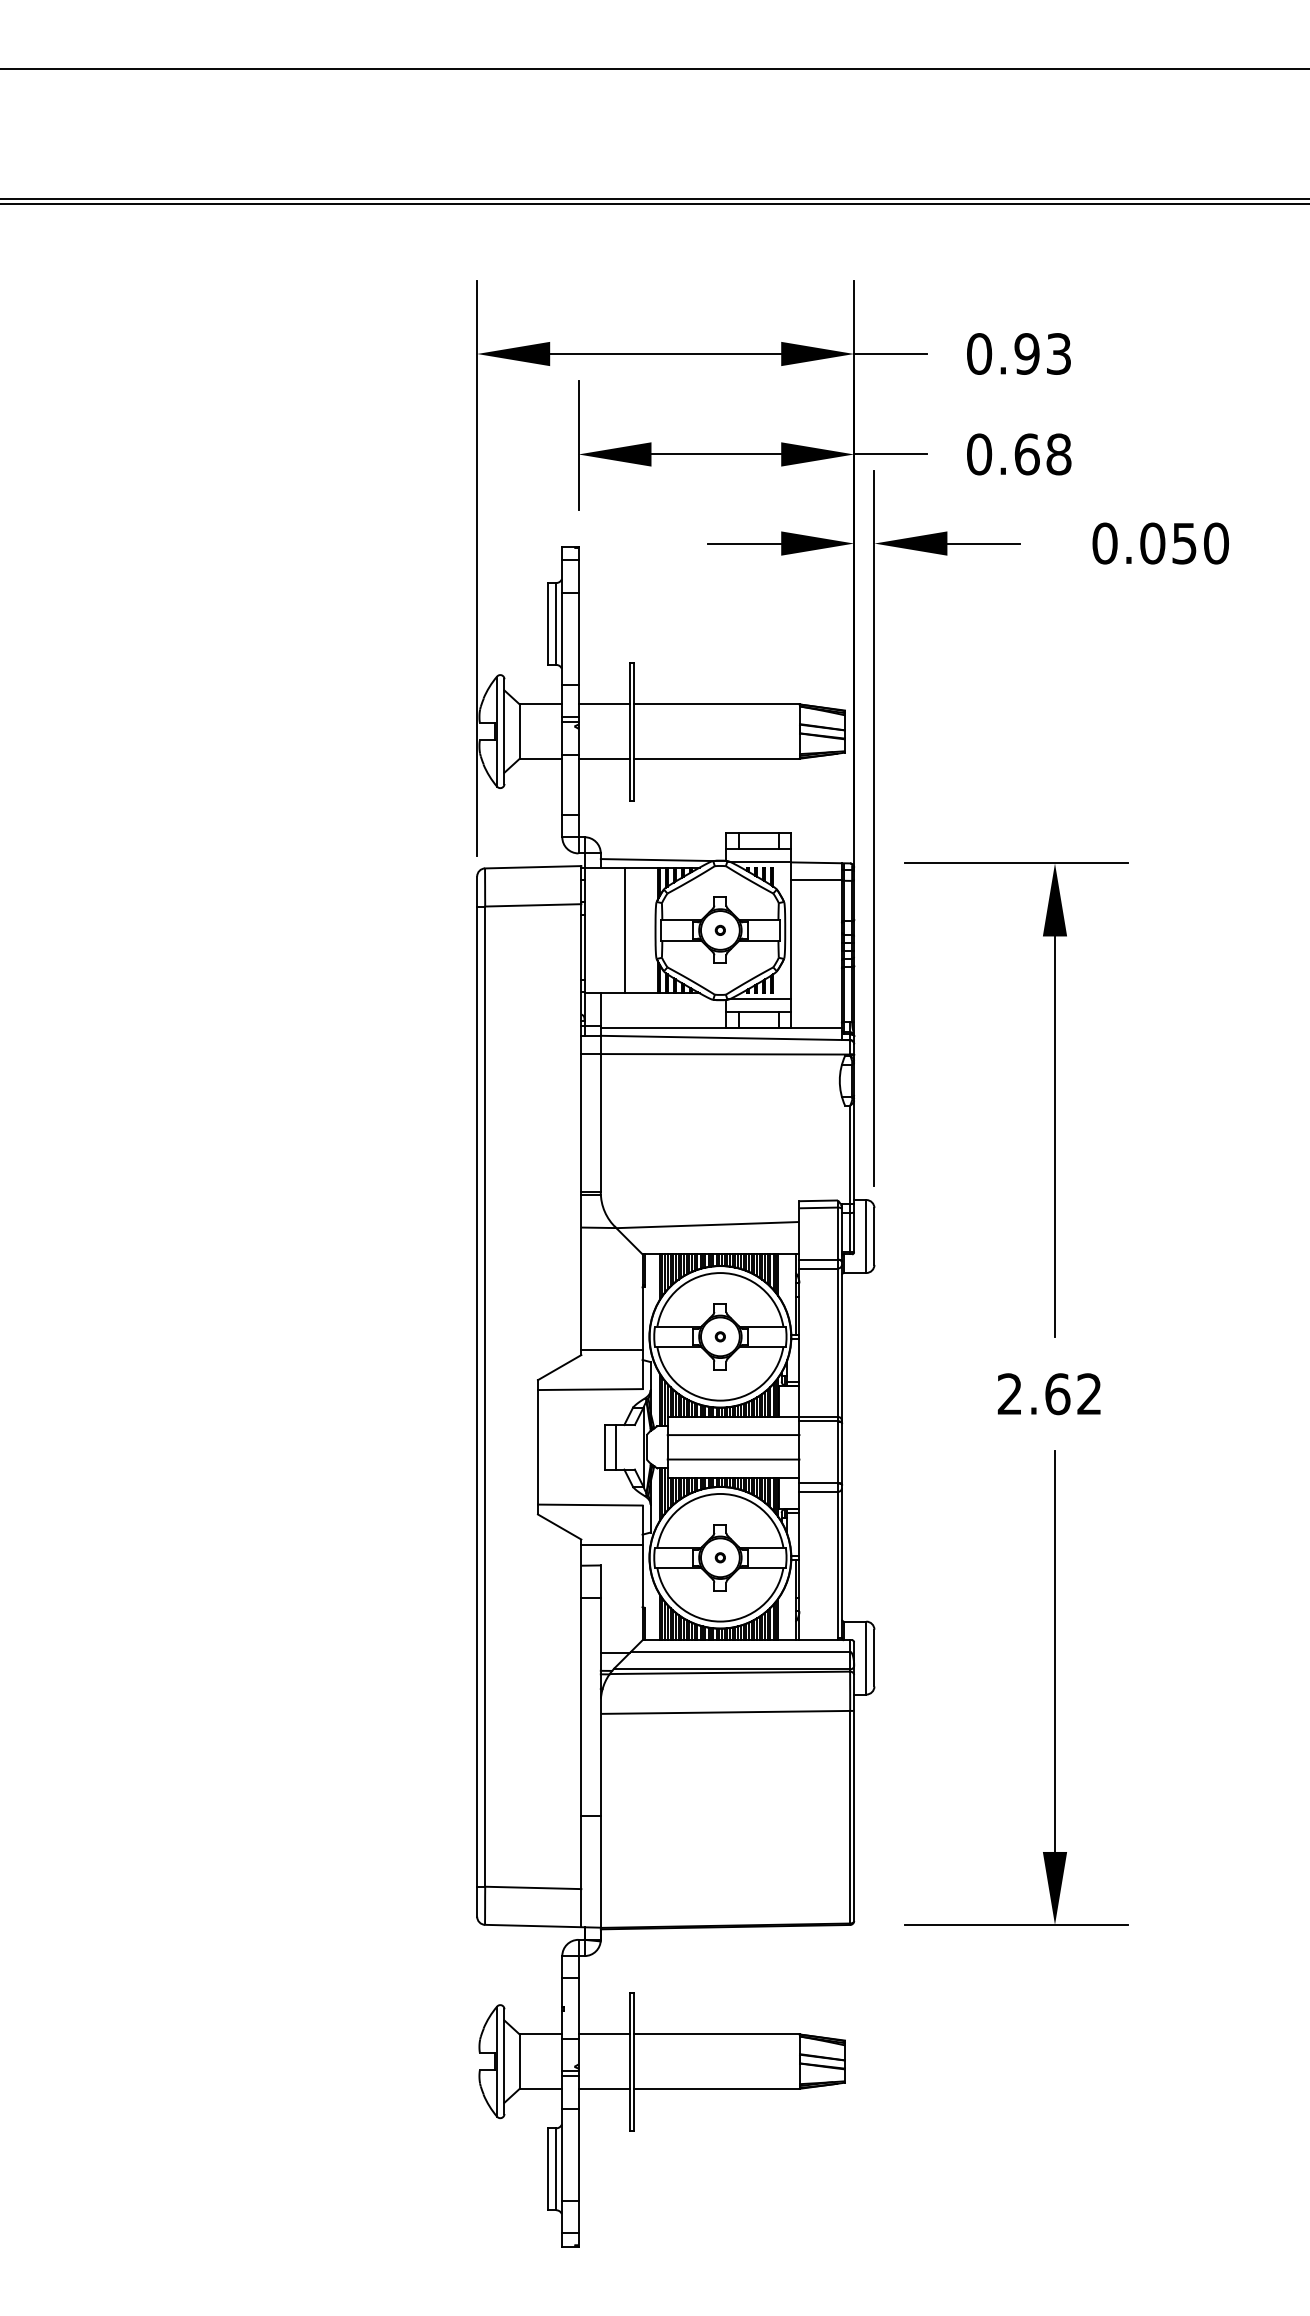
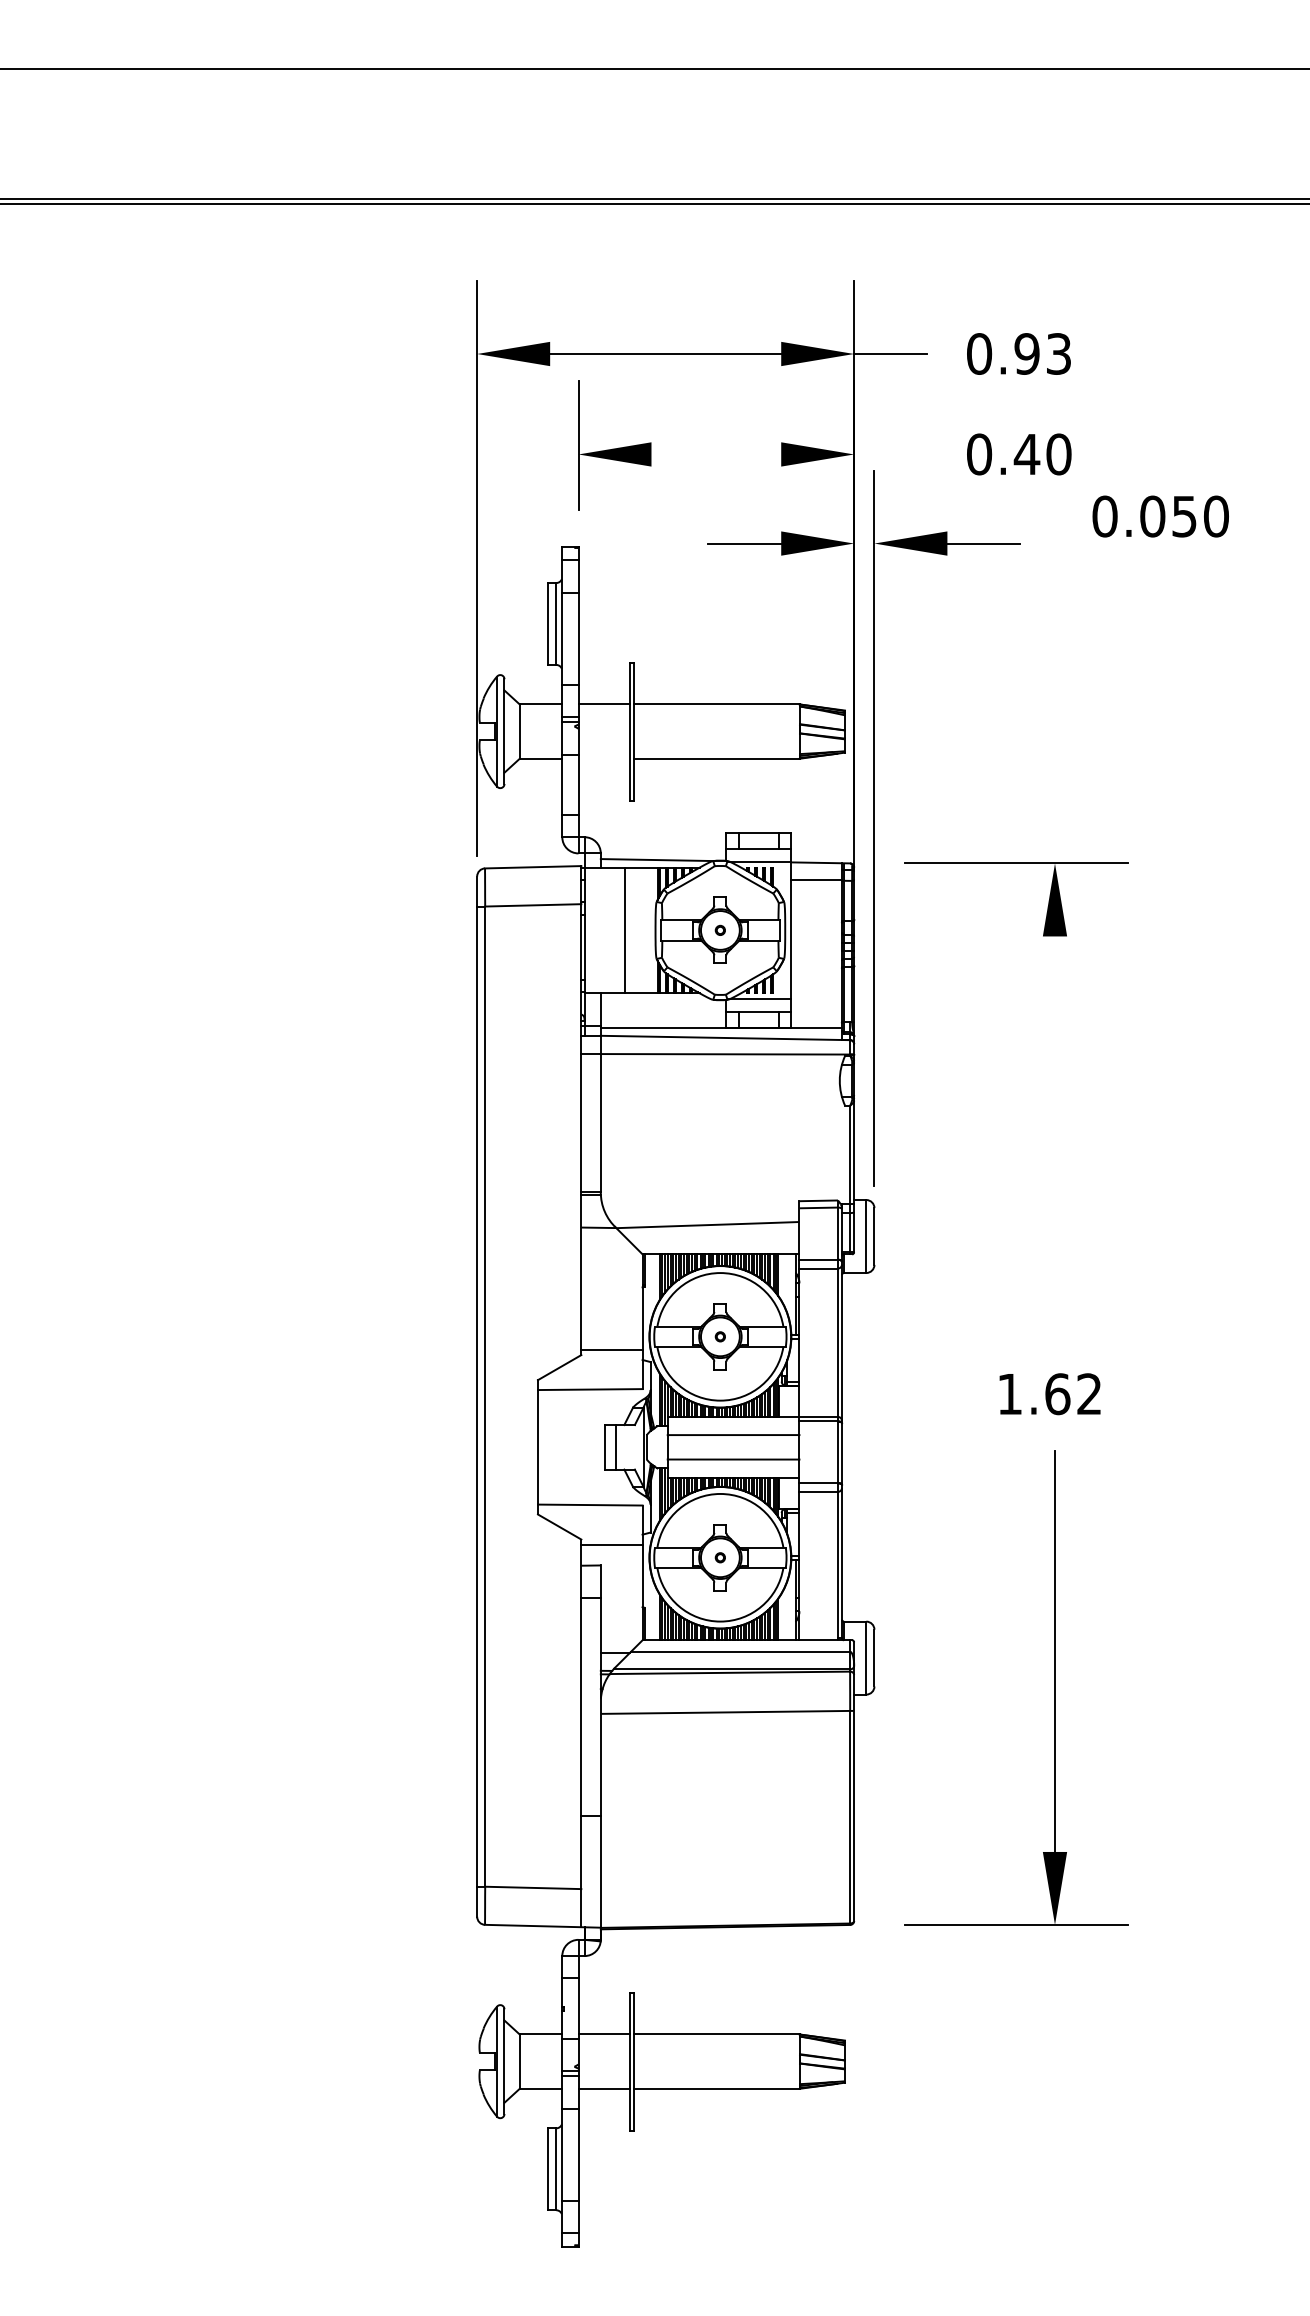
line at (716, 454): present -> none
line at (890, 454): present -> none
text at (1042, 454): 0.68 -> 0.40
text at (1160, 543) position: (1160, 543) -> (1160, 516)
line at (604, 758): present -> none
line at (1055, 1136): present -> none
text at (1009, 1393): 2.62 -> 1.62
